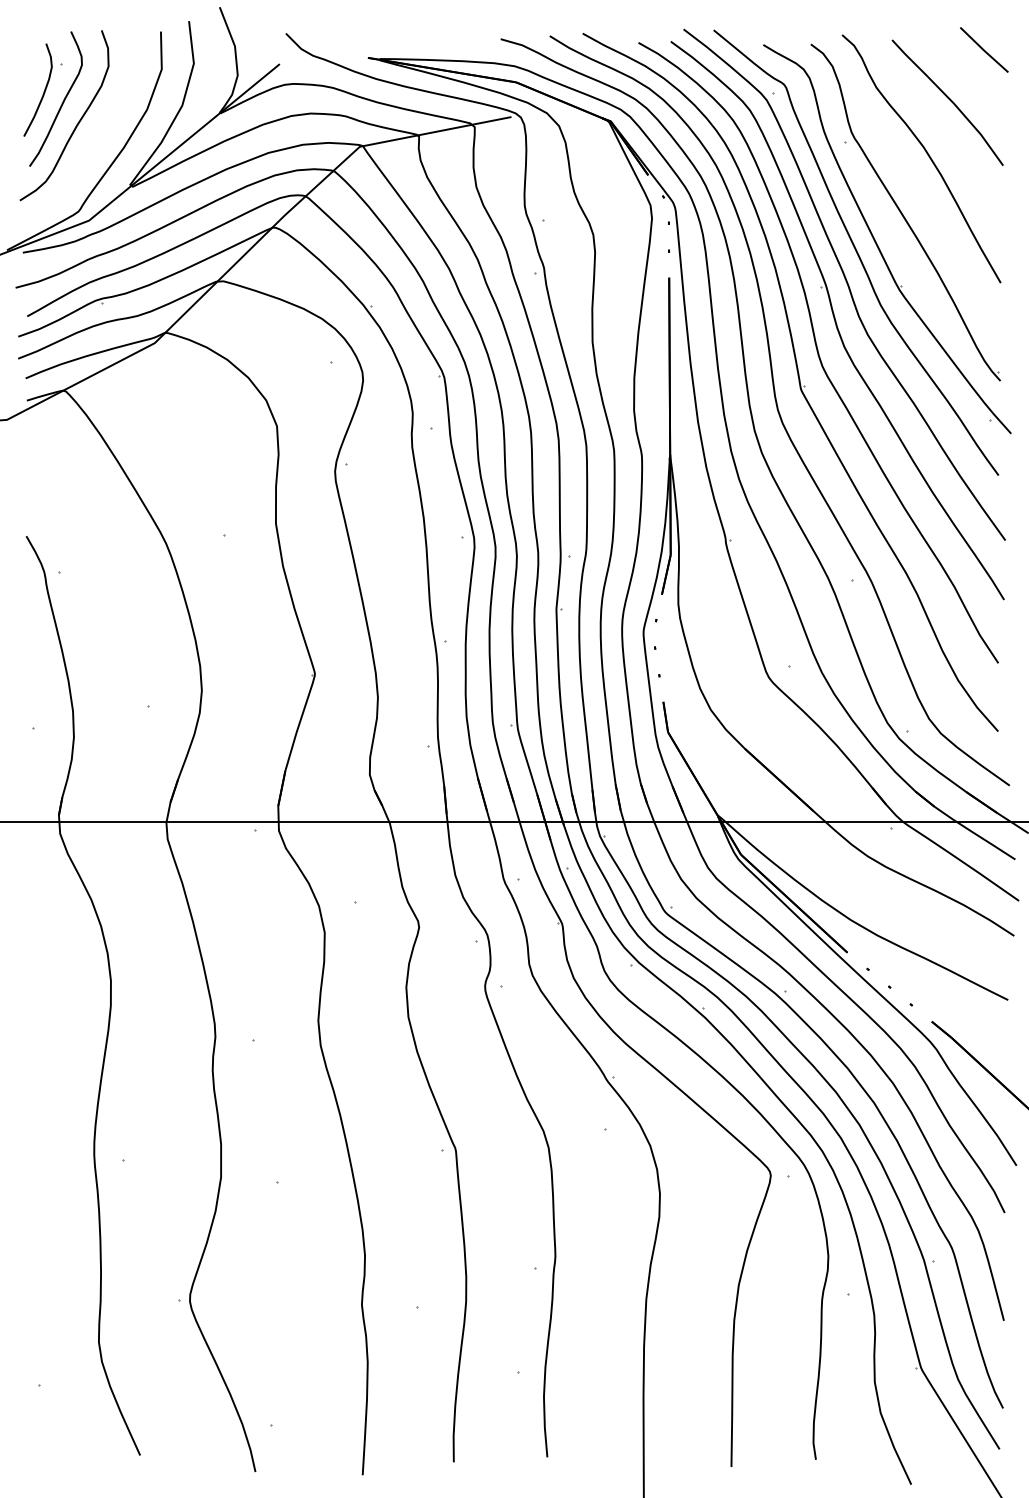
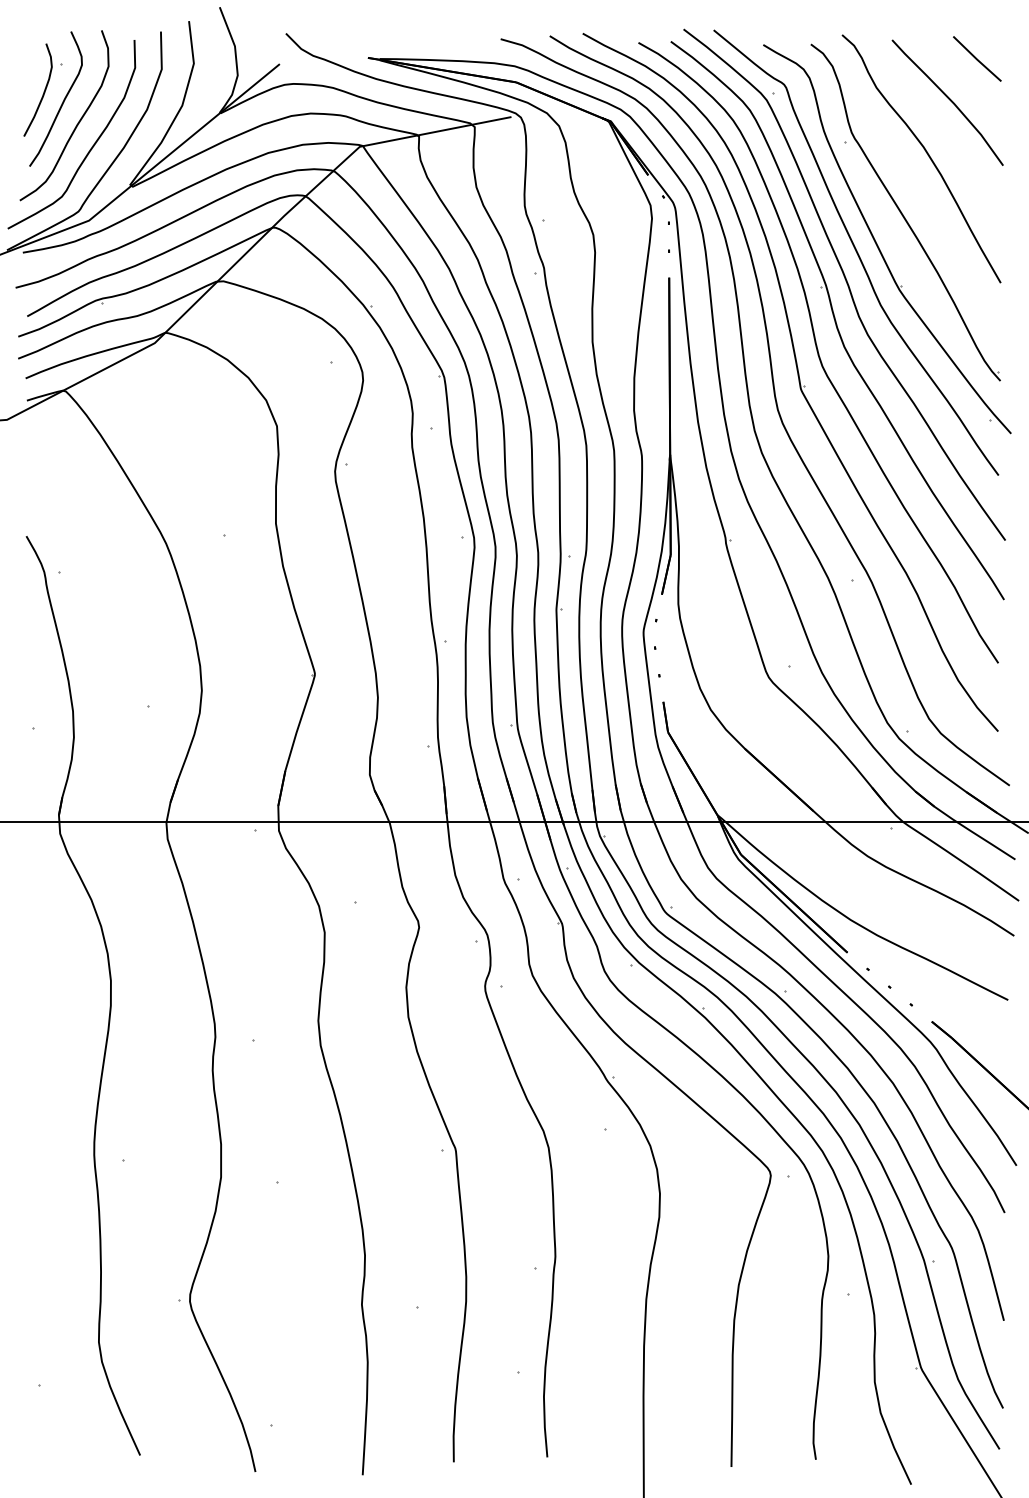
line at (984, 49) position: (984, 49) -> (977, 58)
curve at (89, 149): none -> present
